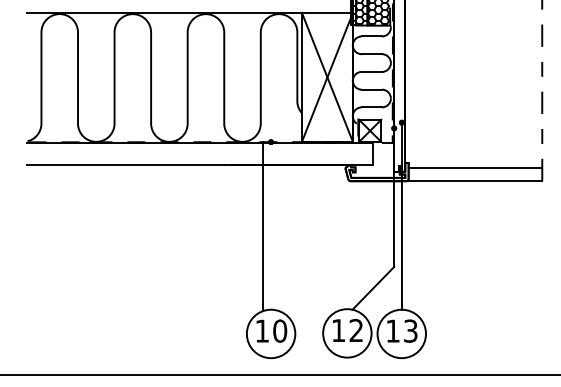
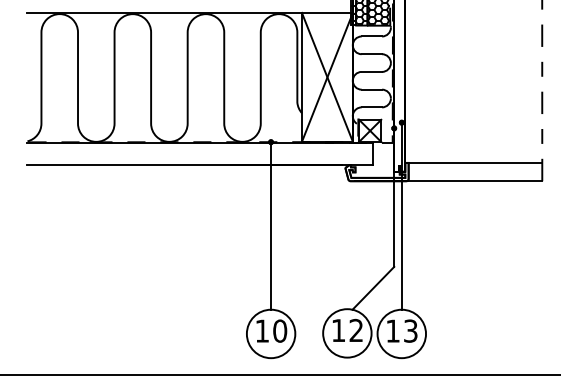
line at (475, 167) position: (475, 167) -> (475, 162)
line at (263, 225) position: (263, 225) -> (271, 225)
